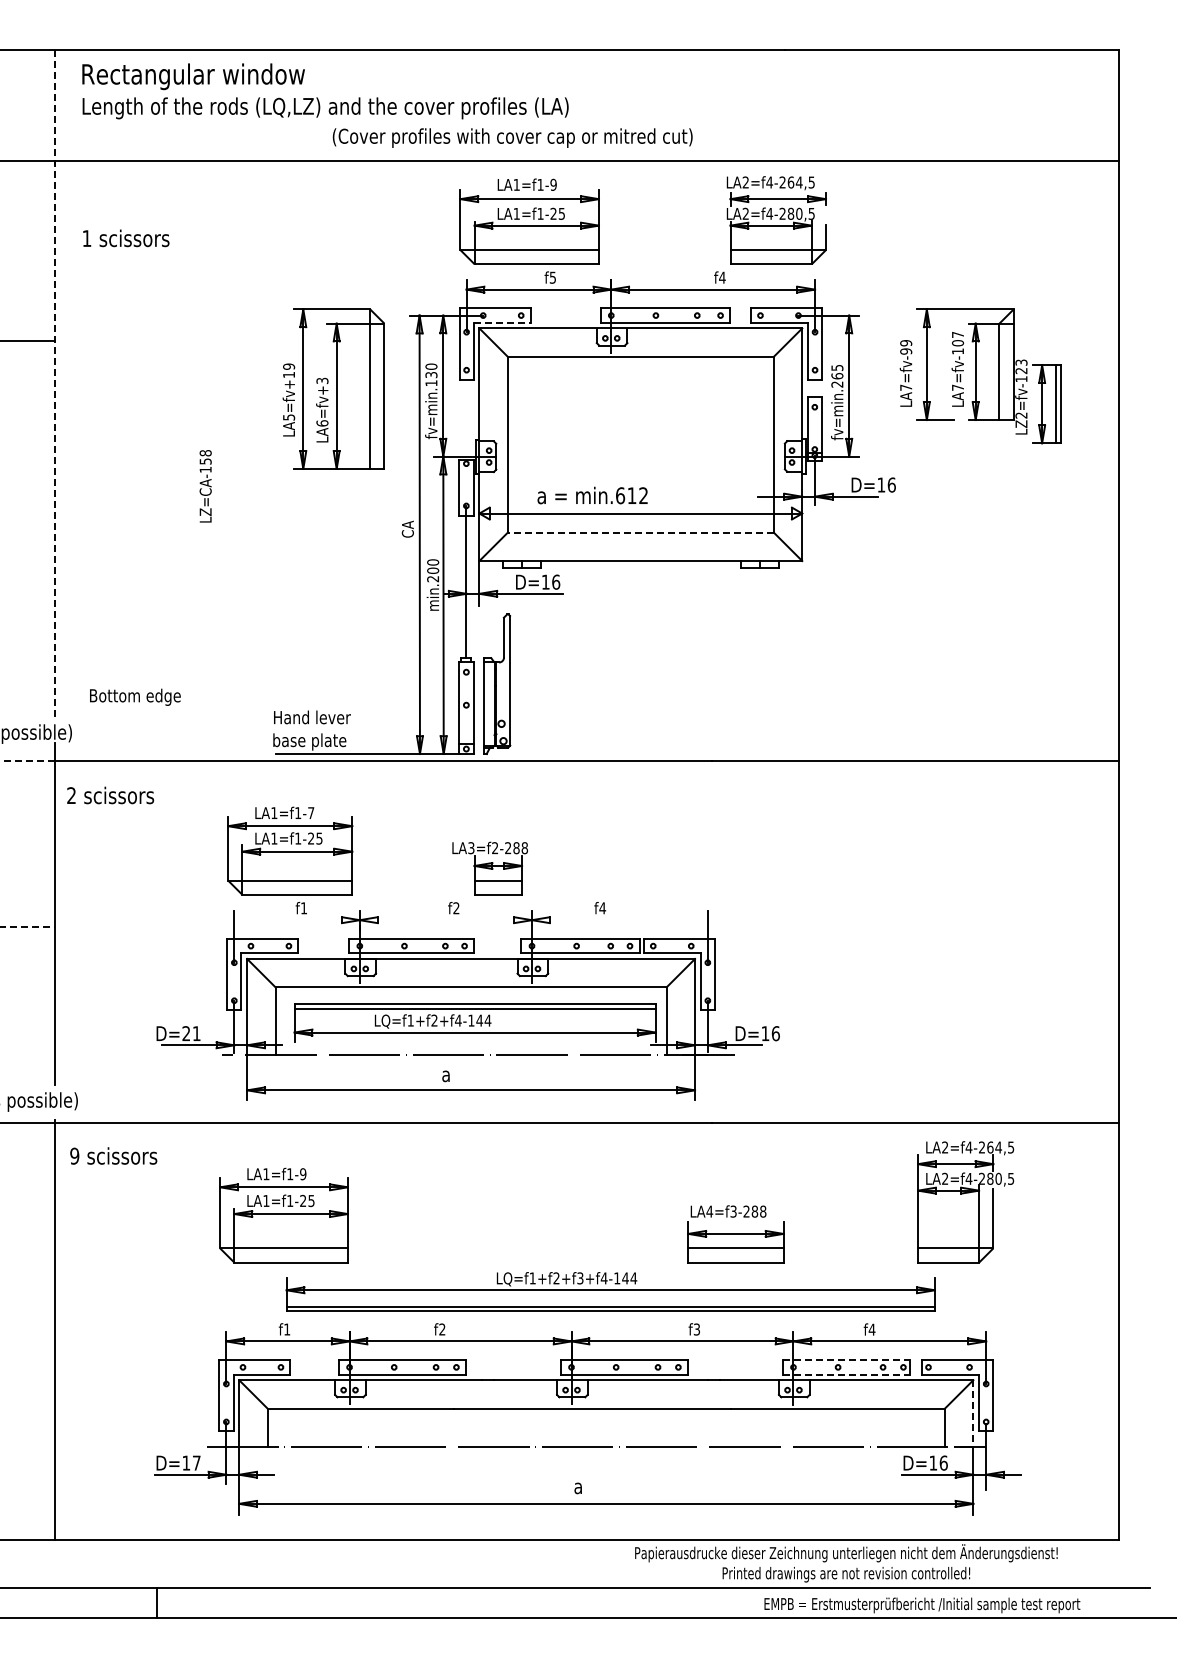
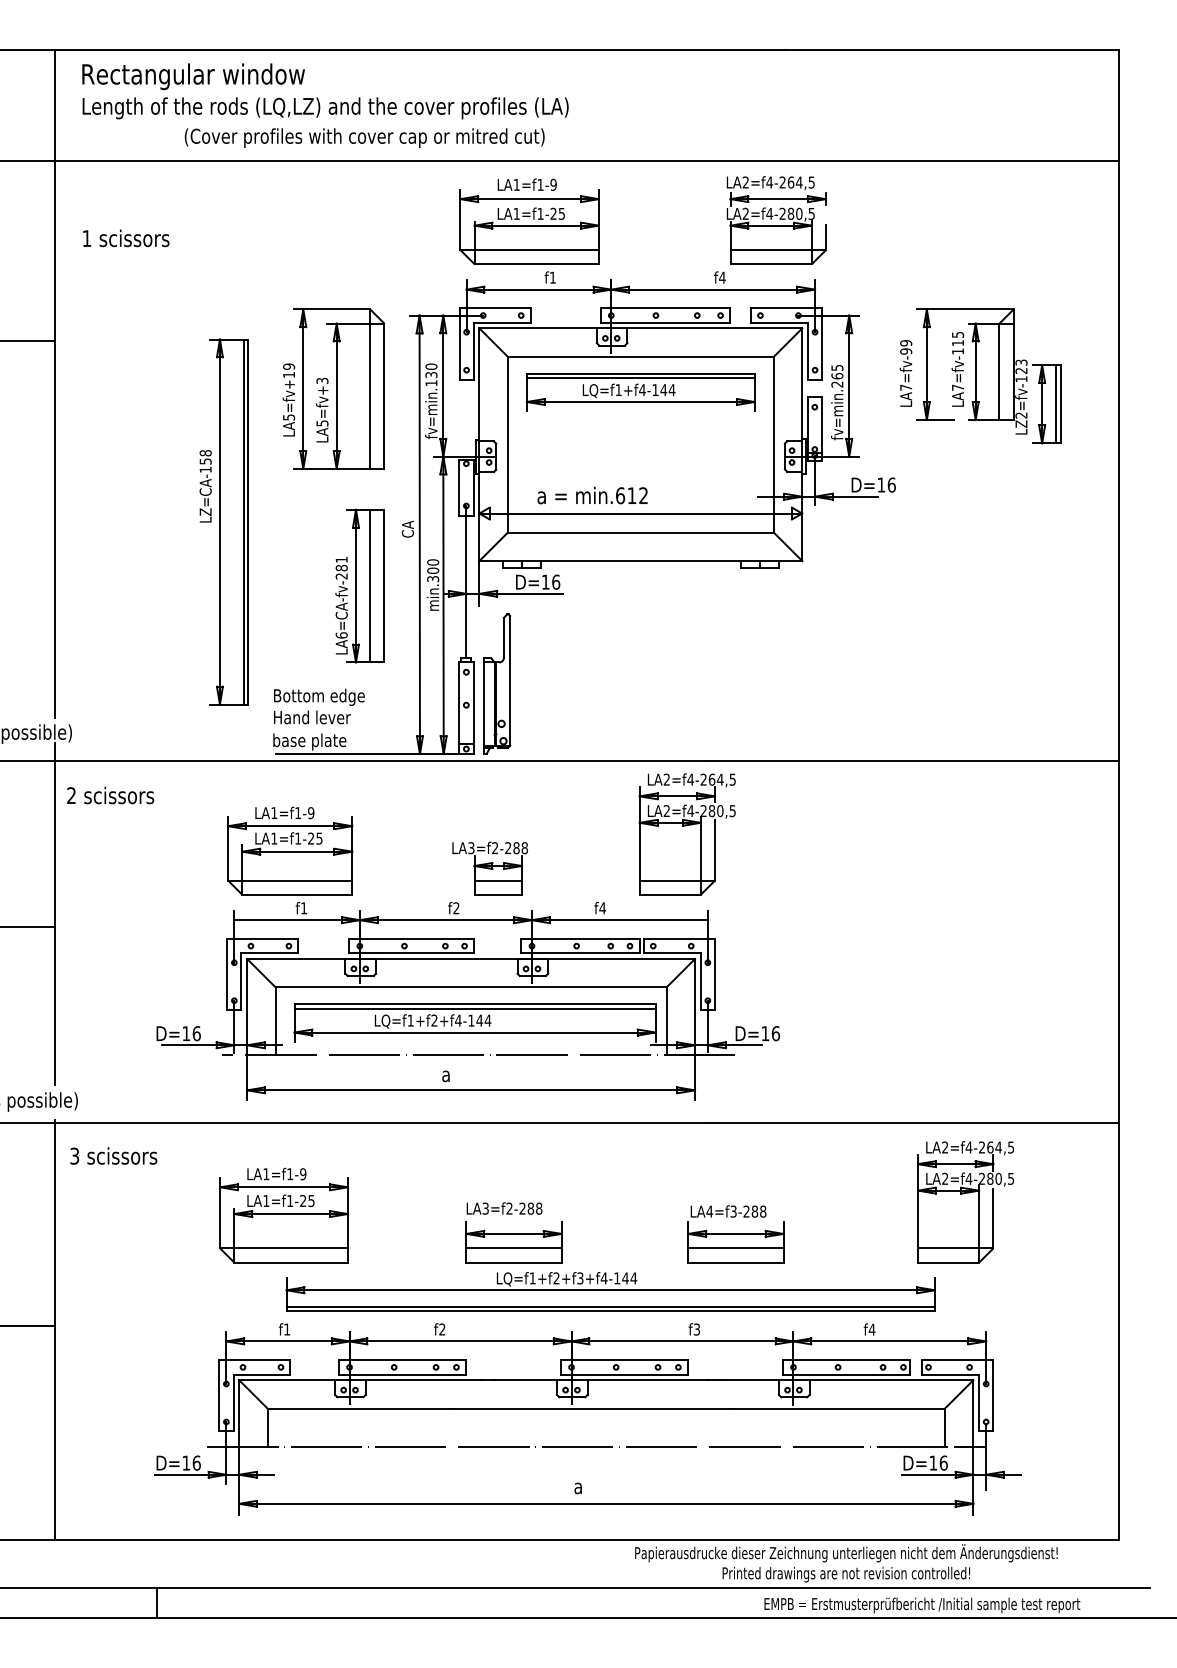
text at (512, 137) position: (512, 137) -> (364, 137)
text at (552, 277): f5 -> f1
line at (502, 322): dashed -> solid
text at (958, 338): LA7=fv-107 -> LA7=fv-115
line at (54, 383): dashed -> solid
part at (640, 392): none -> present
text at (322, 423): LA6=fv+3 -> LA5=fv+3
part at (228, 521): none -> present
line at (640, 532): dashed -> solid
text at (433, 579): min.200 -> min.300
part at (359, 585): none -> present
text at (135, 696) position: (135, 696) -> (319, 696)
line at (27, 760): dashed -> solid
text at (311, 813): LA1=f1-7 -> LA1=f1-9
part at (686, 834): none -> present
line at (470, 920): none -> present
line at (27, 926): dashed -> solid
text at (191, 1033): D=21 -> D=16
text at (74, 1155): 9 -> 3
part at (513, 1232): none -> present
line at (28, 1326): none -> present
line at (846, 1360): dashed -> solid
line at (846, 1374): dashed -> solid
line at (973, 1413): dashed -> solid
text at (196, 1462): D=17 -> D=16
